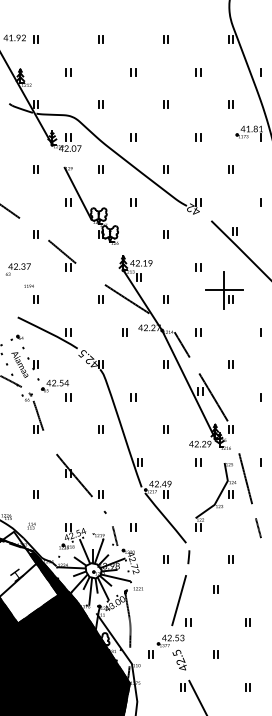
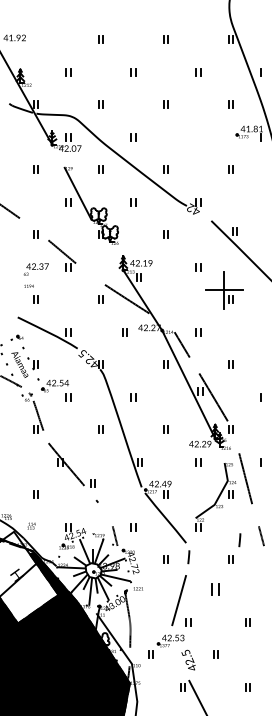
part at (35, 39): present -> none
part at (198, 137): present -> none
line at (260, 202): present -> none
text at (17, 269) position: (17, 269) -> (35, 269)
part at (165, 299): present -> none
line at (260, 332): present -> none
part at (81, 483) position: (81, 483) -> (73, 472)
line at (258, 528) position: (258, 528) -> (261, 536)
line at (239, 540): none -> present
part at (215, 589) size: 6x9 px -> 9x13 px
text at (179, 659) position: (179, 659) -> (188, 659)
